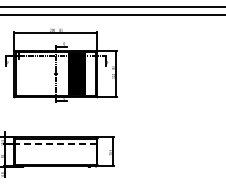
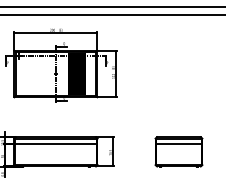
line at (55, 143): dashed -> solid
part at (178, 151): none -> present
